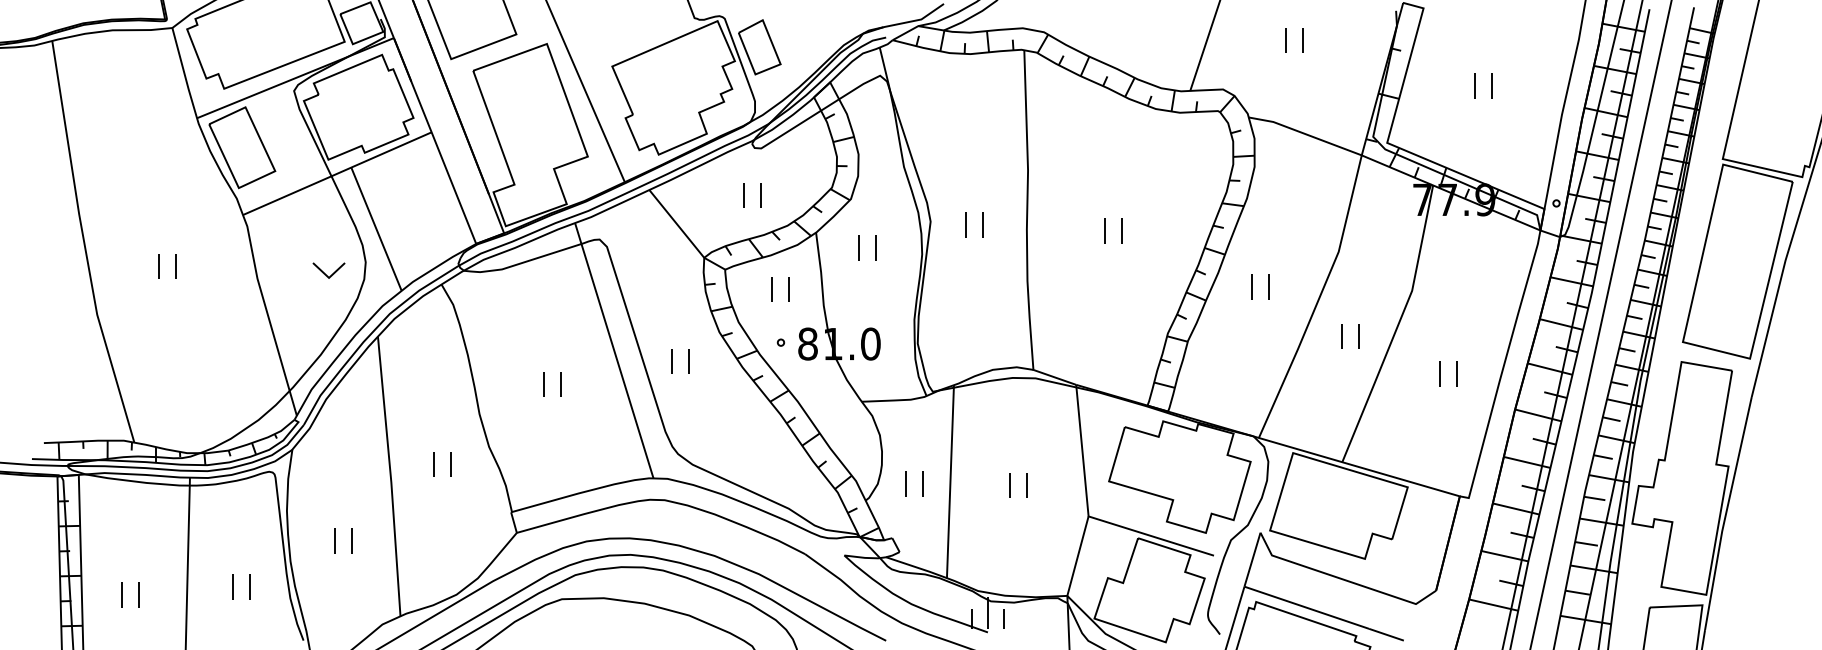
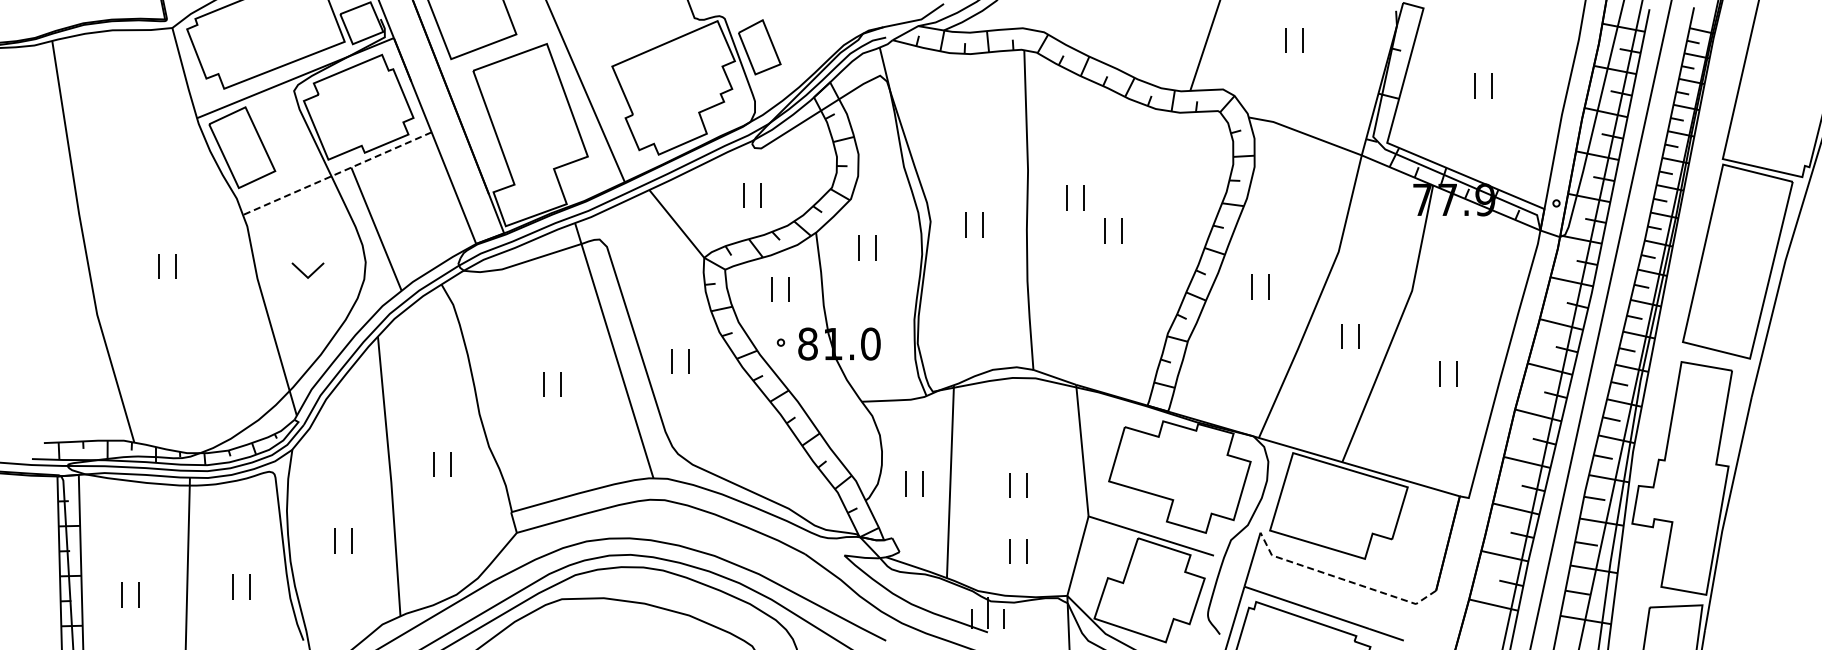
line at (336, 173): solid -> dashed
part at (1067, 197): none -> present
part at (328, 270) position: (328, 270) -> (307, 270)
part at (1010, 551): none -> present
line at (1343, 579): solid -> dashed
